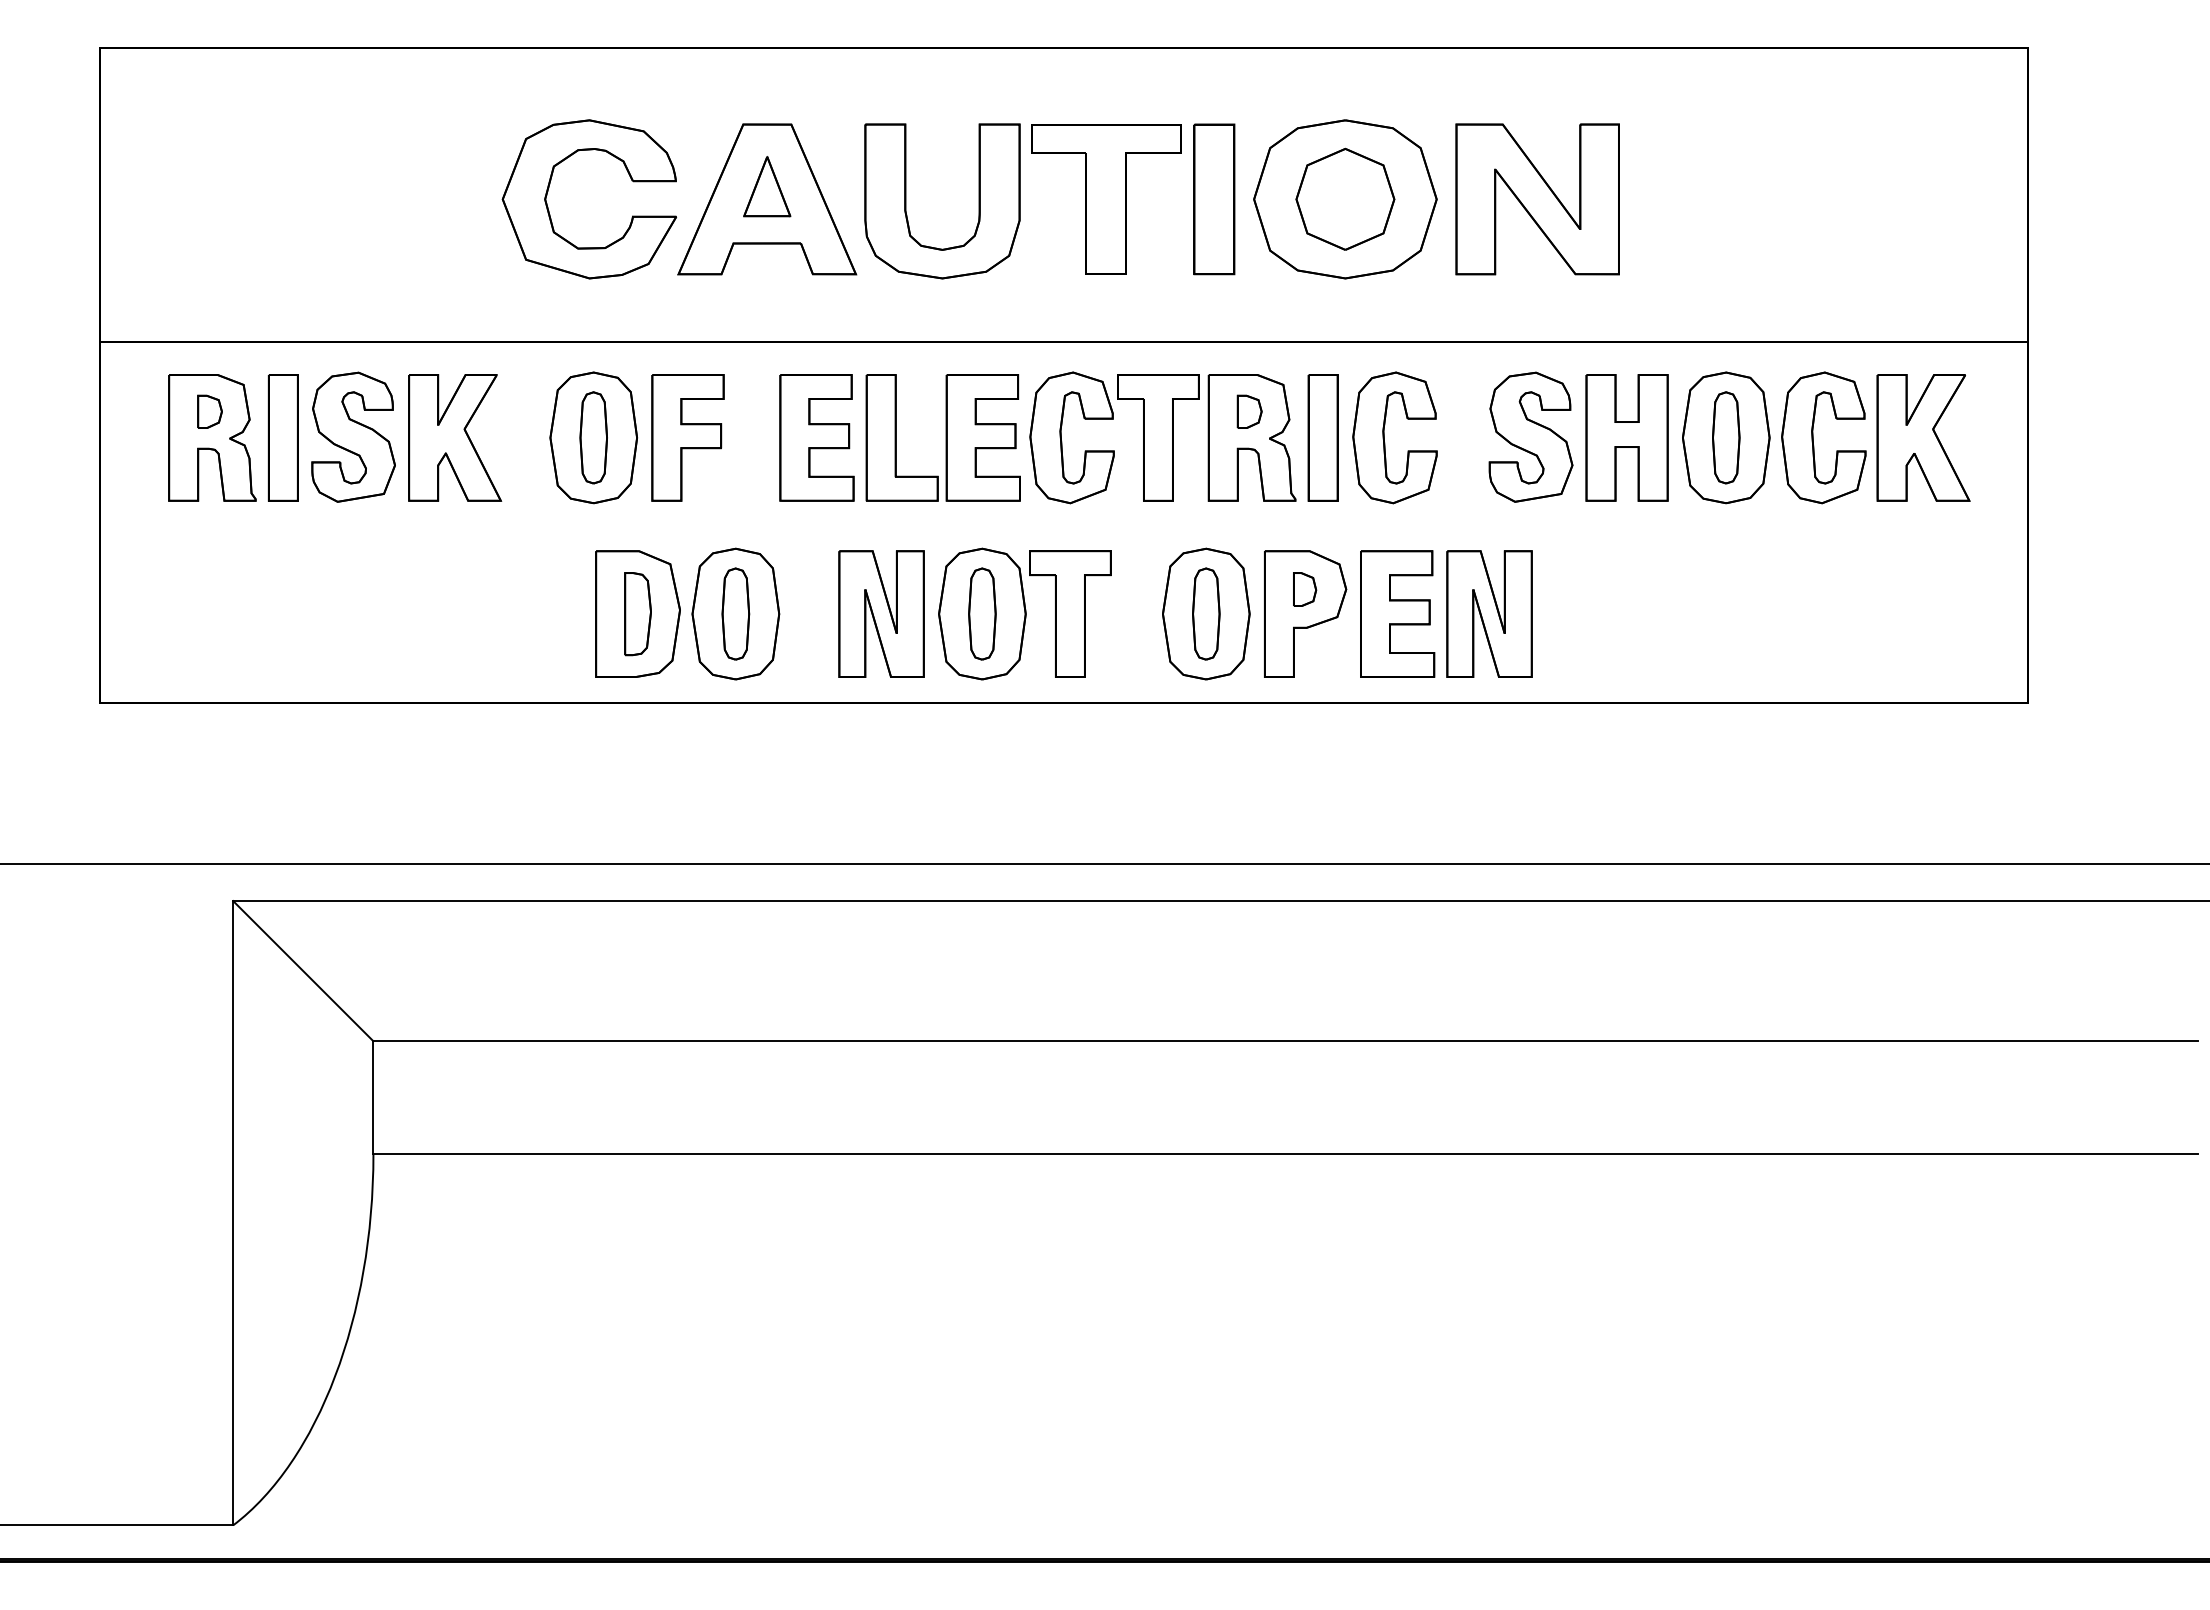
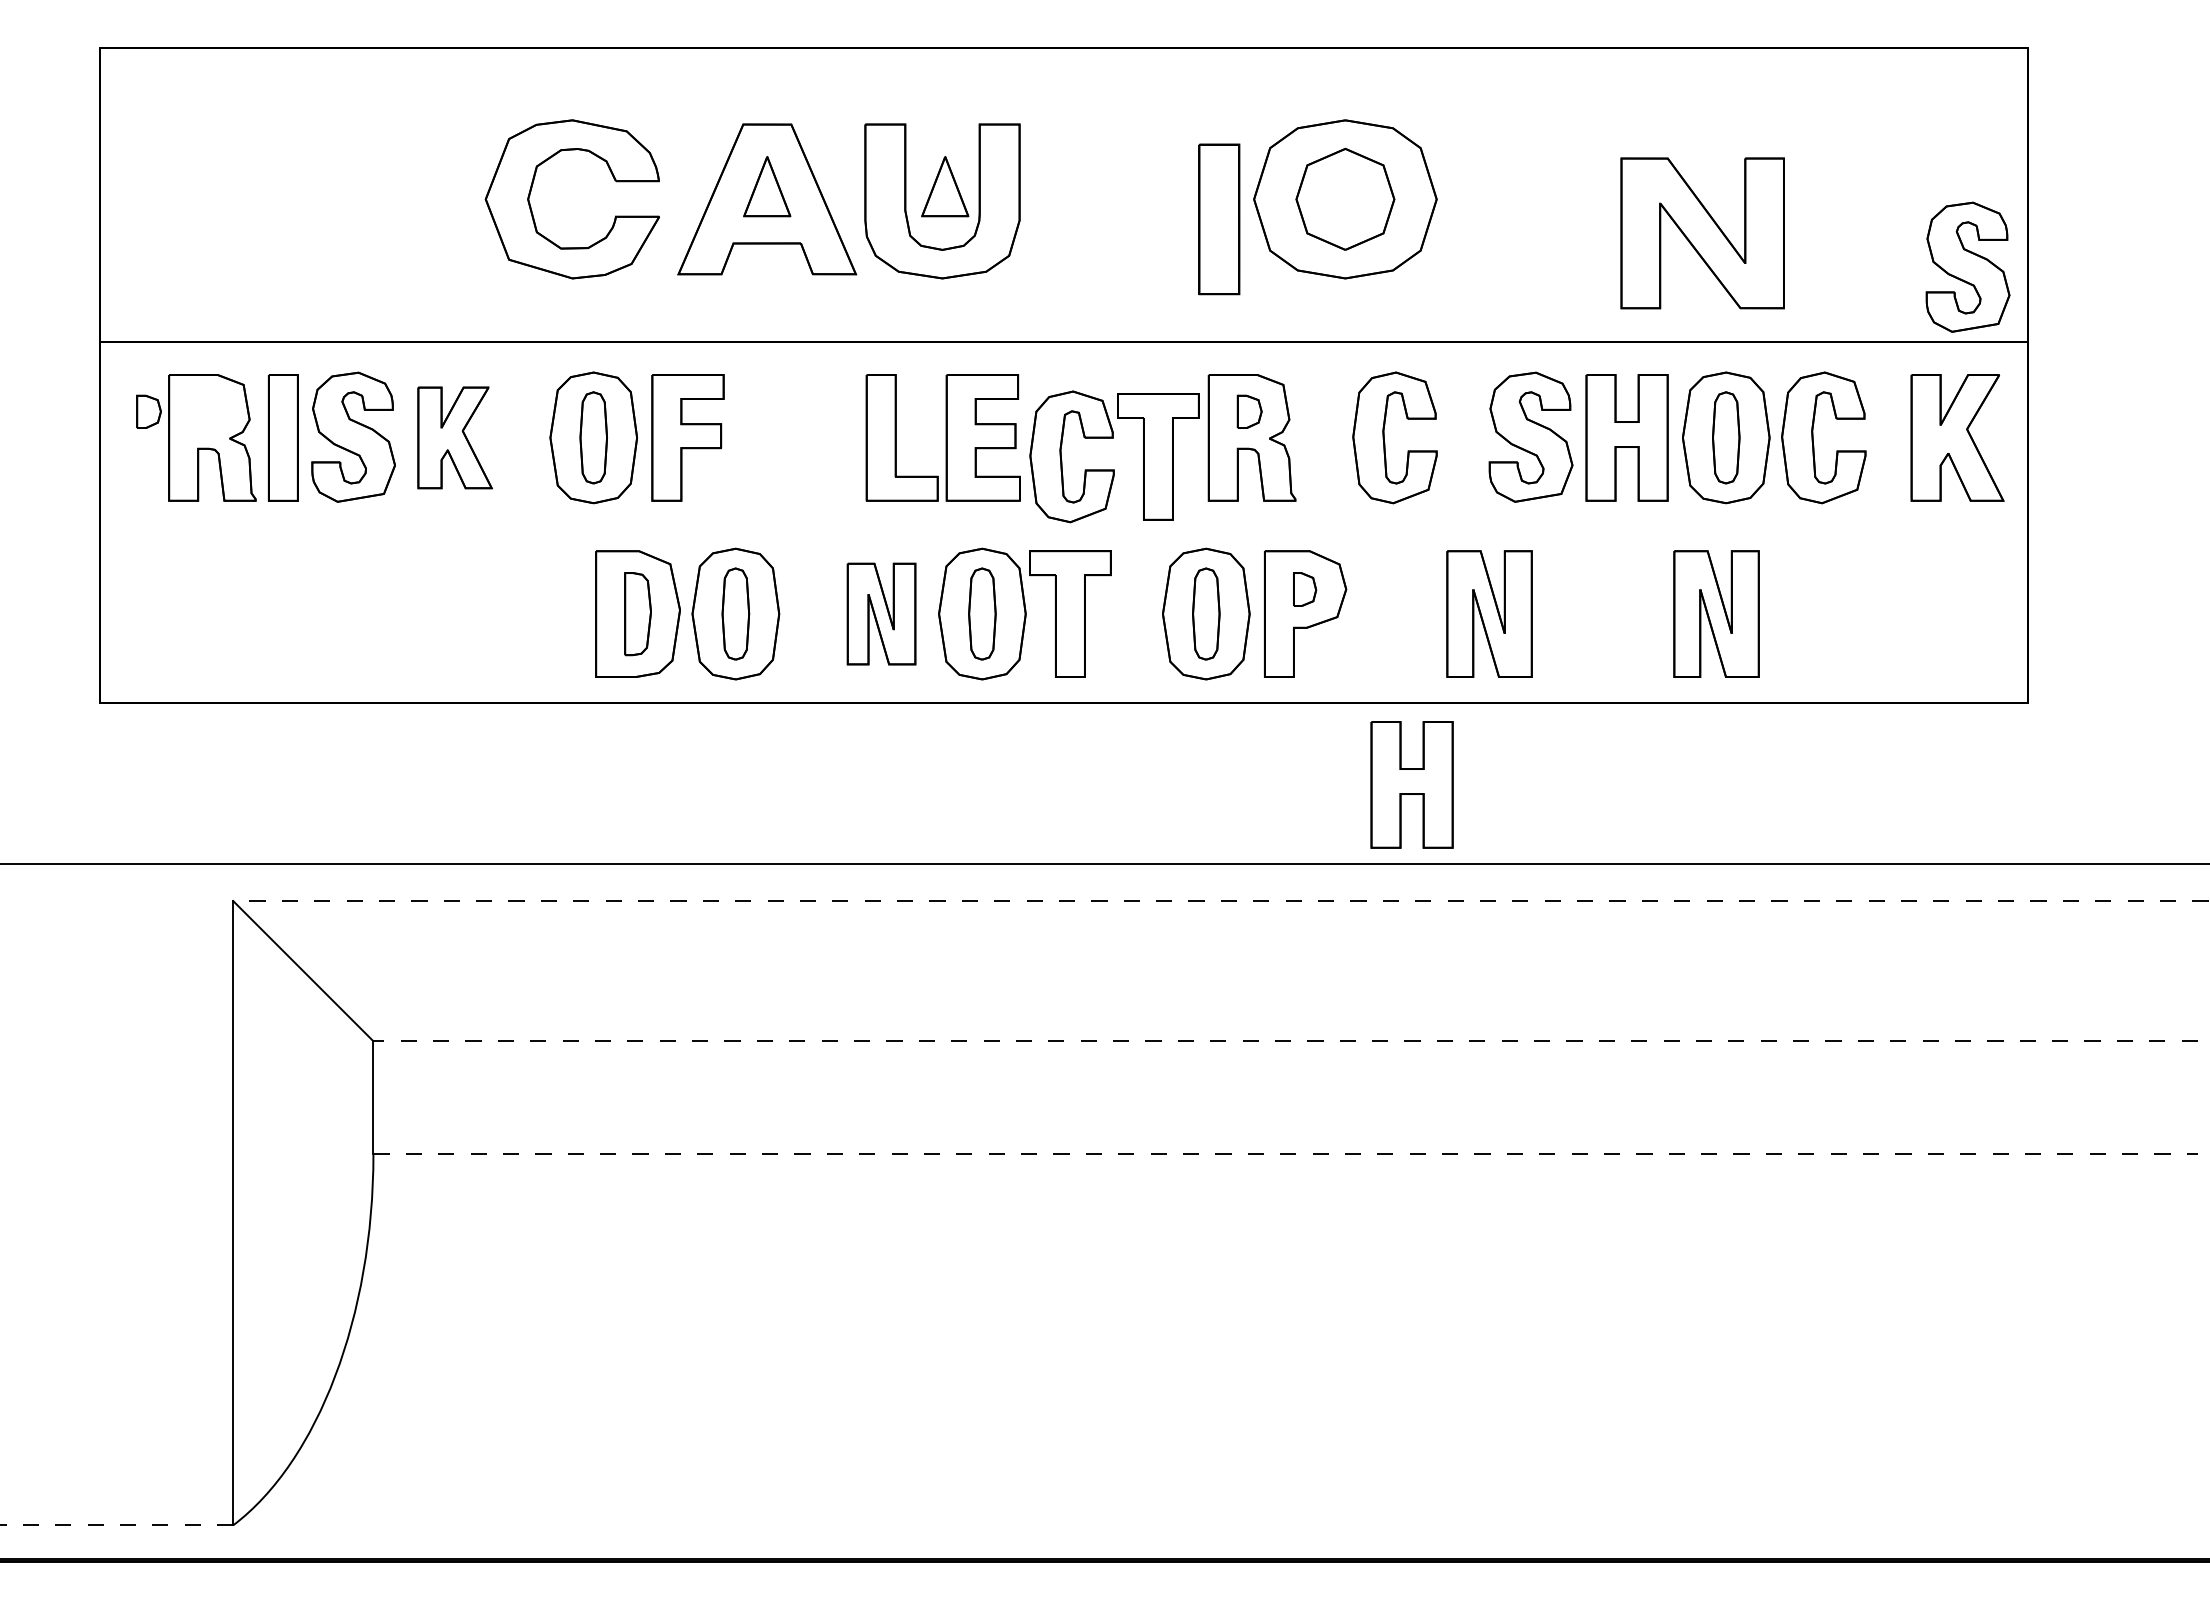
part at (945, 186): none -> present
part at (1106, 199): present -> none
part at (1214, 199) position: (1214, 199) -> (1219, 219)
part at (1537, 199) position: (1537, 199) -> (1702, 233)
part at (549, 210) position: (549, 210) -> (532, 210)
part at (1967, 266): none -> present
part at (209, 411) position: (209, 411) -> (148, 411)
part at (455, 437) size: 95x128 px -> 76x104 px
part at (816, 437): present -> none
part at (1322, 437): present -> none
part at (1923, 437) position: (1923, 437) -> (1957, 437)
part at (1114, 450) position: (1114, 450) -> (1114, 469)
part at (881, 613) size: 87x128 px -> 71x104 px
part at (1397, 613): present -> none
part at (1716, 613): none -> present
part at (1411, 784): none -> present
line at (1221, 901): solid -> dashed
line at (1285, 1041): solid -> dashed
line at (1286, 1154): solid -> dashed
line at (116, 1525): solid -> dashed
